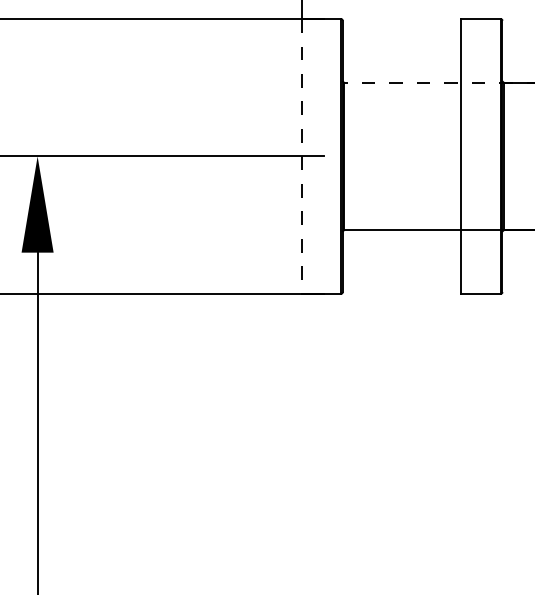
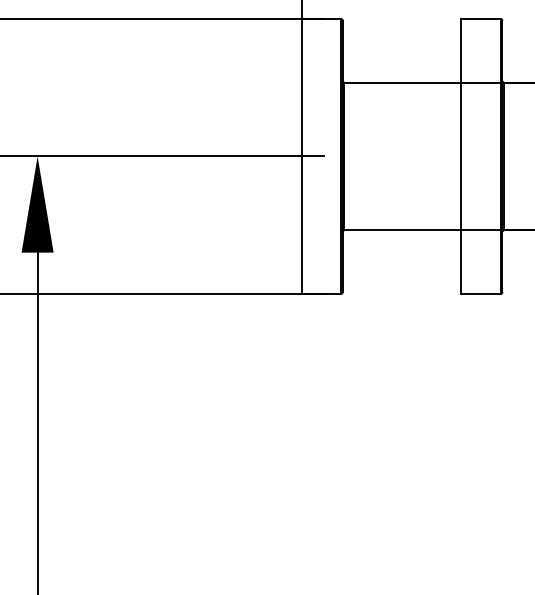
line at (439, 82): dashed -> solid
line at (301, 156): dashed -> solid
